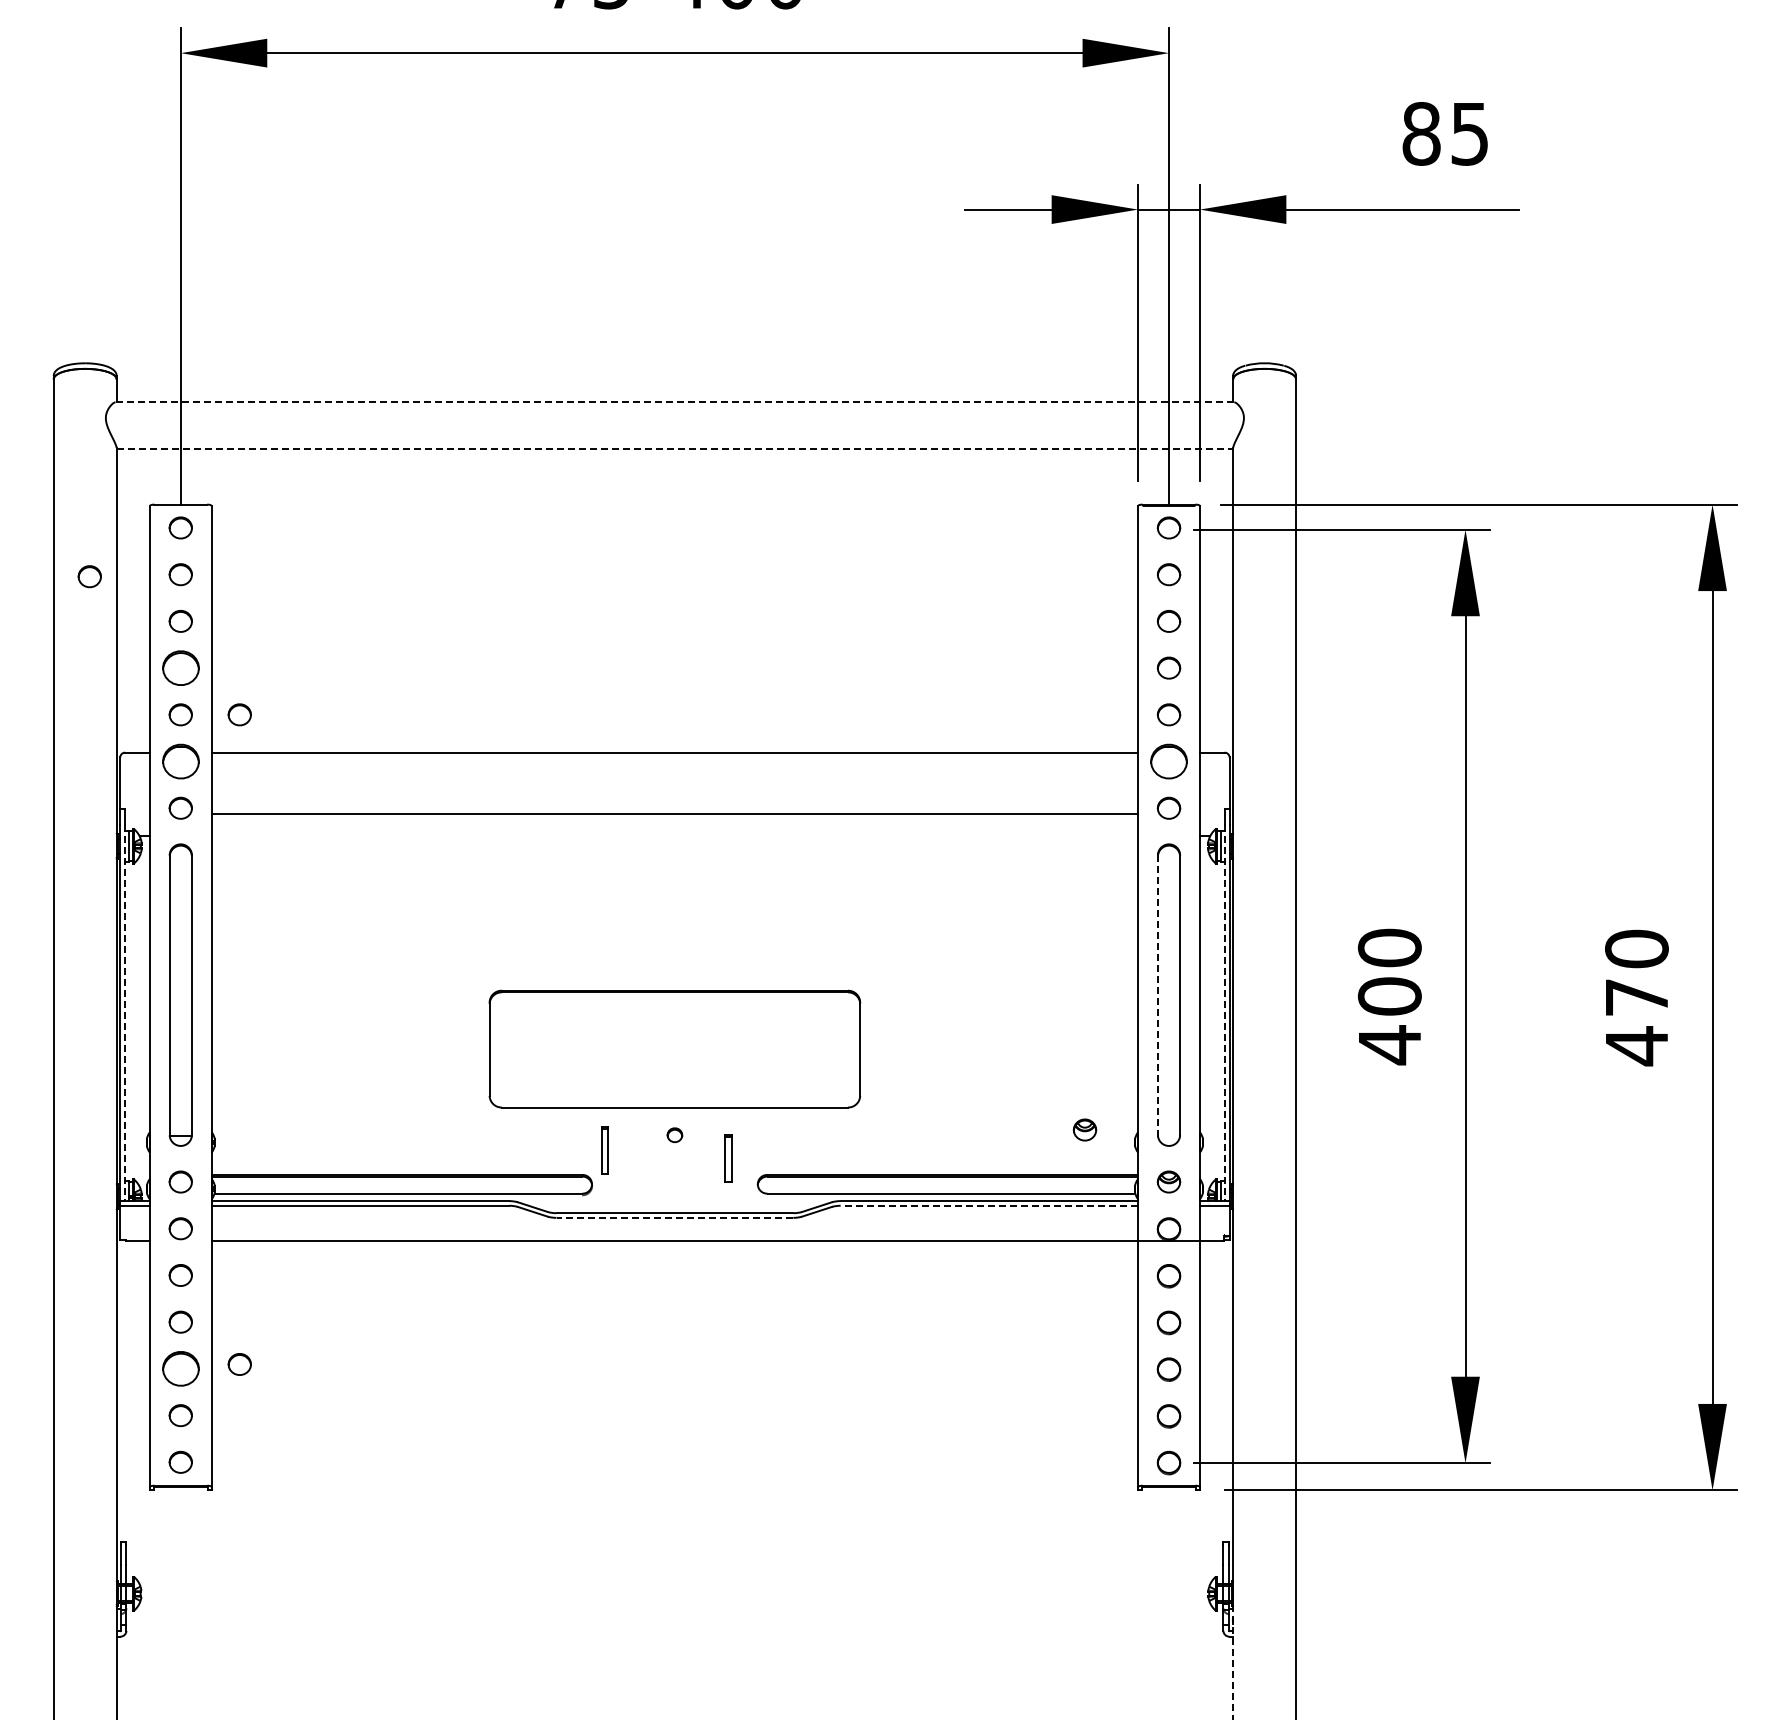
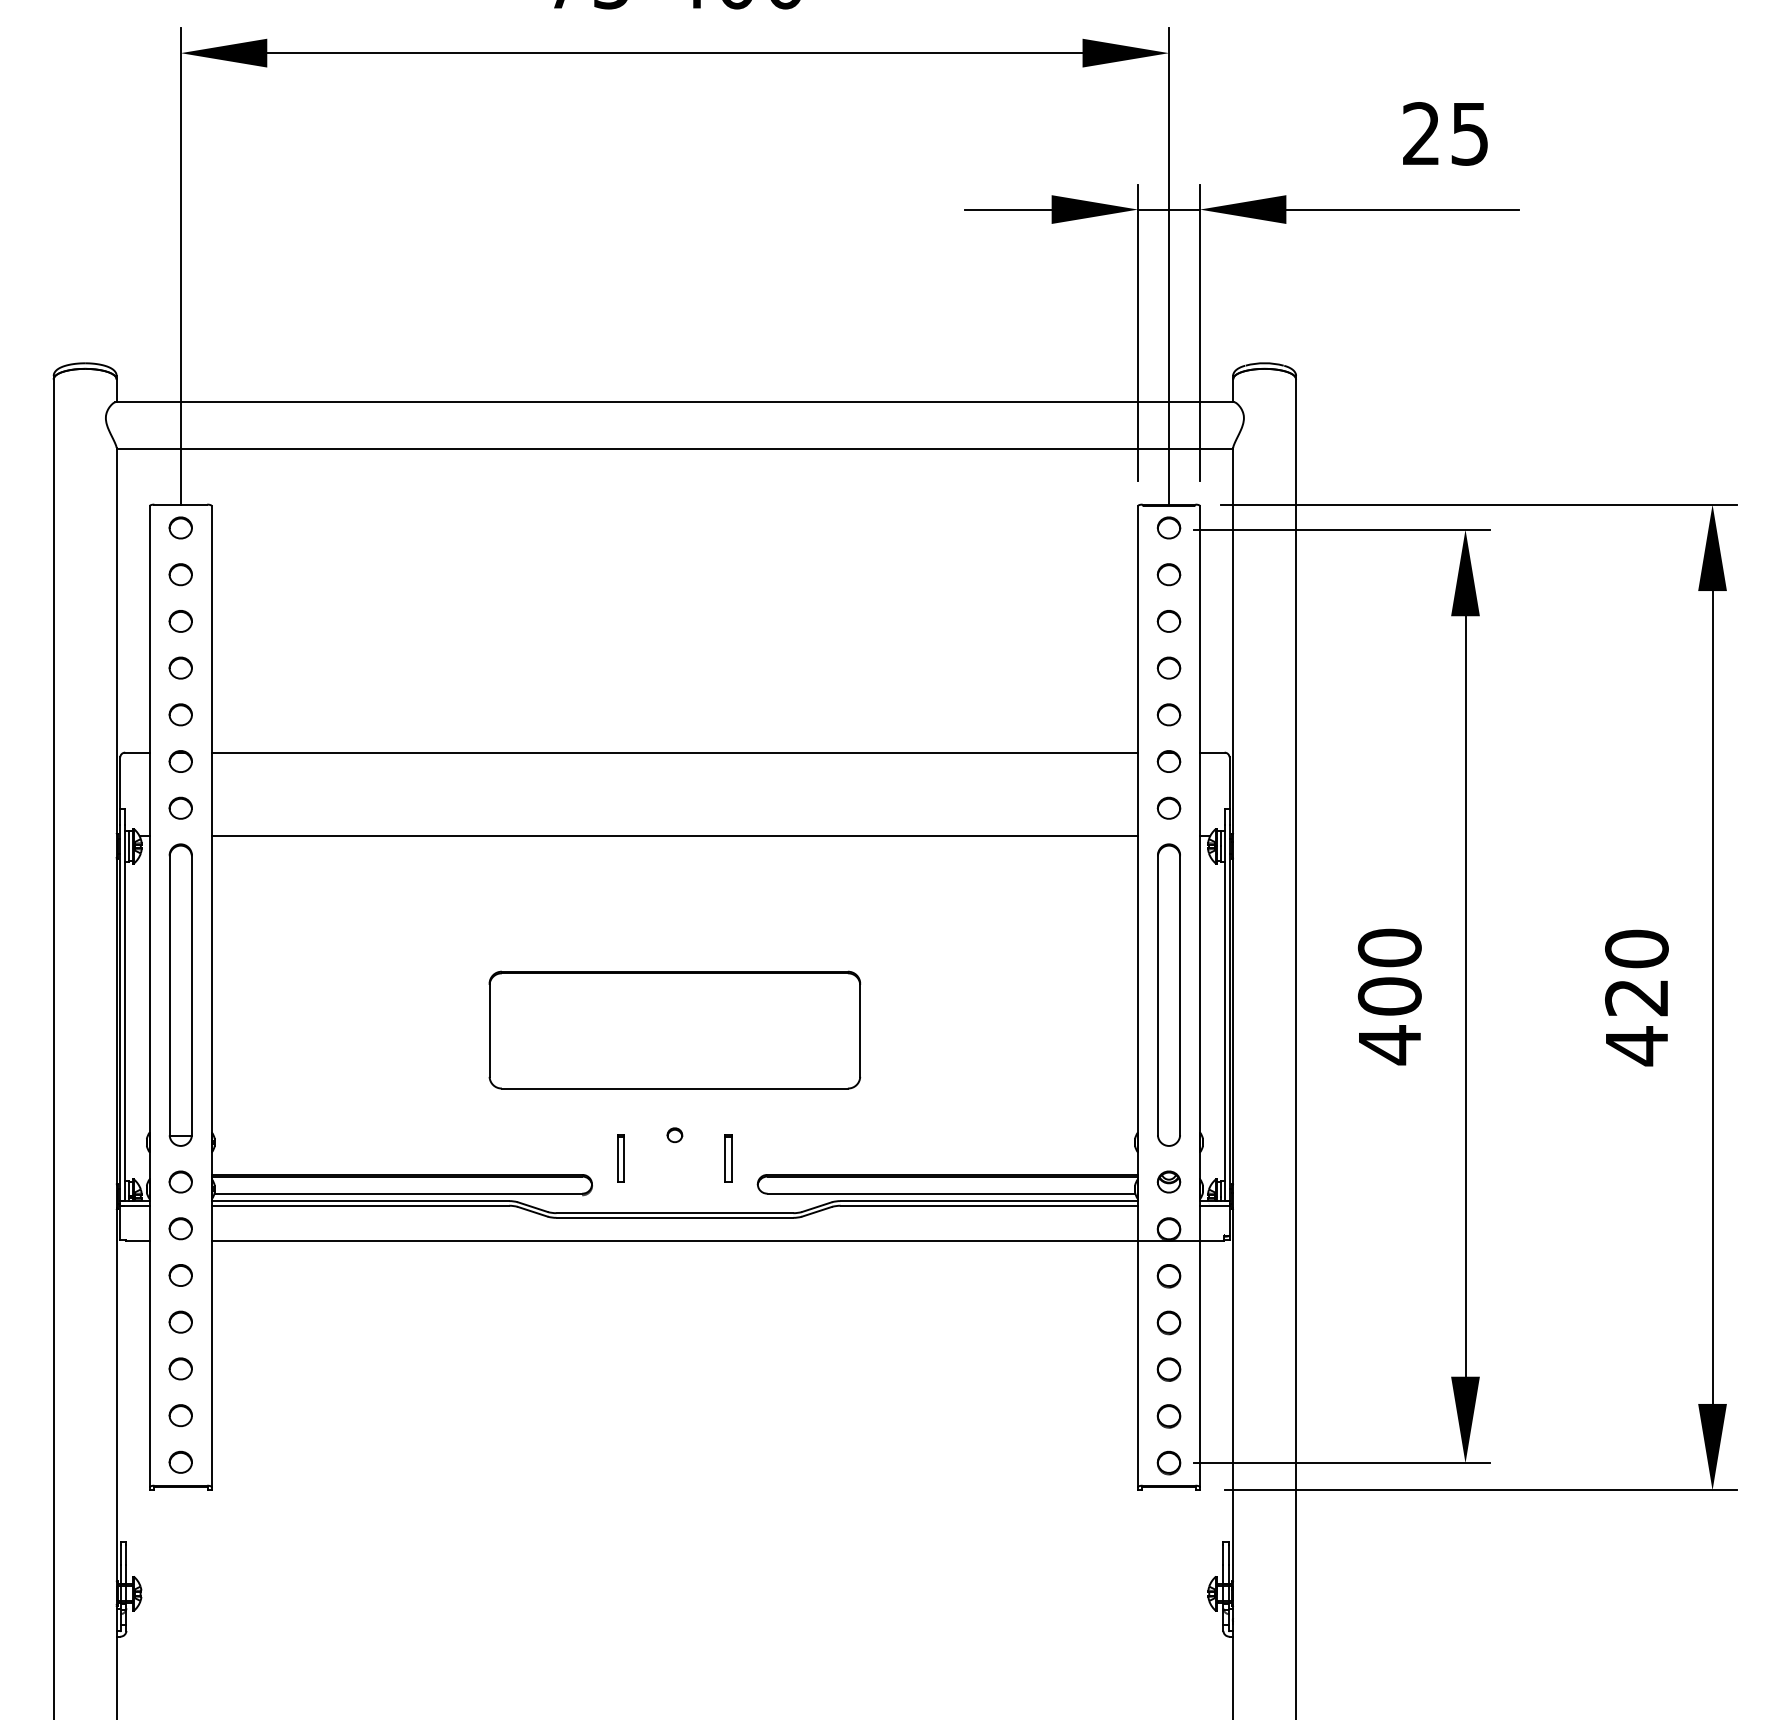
text at (1421, 133): 85 -> 25
line at (674, 402): dashed -> solid
line at (675, 449): dashed -> solid
part at (89, 576): present -> none
part at (180, 667) size: 38x36 px -> 25x24 px
part at (239, 714): present -> none
part at (180, 761) size: 38x37 px -> 25x23 px
part at (1168, 761) size: 38x37 px -> 26x23 px
line at (674, 814) position: (674, 814) -> (674, 836)
line at (1157, 995): dashed -> solid
text at (1636, 997): 470 -> 420
line at (125, 1013): dashed -> solid
line at (1224, 1013): dashed -> solid
part at (674, 1048) position: (674, 1048) -> (674, 1029)
part at (1084, 1129): present -> none
part at (604, 1150) position: (604, 1150) -> (620, 1158)
line at (989, 1205): dashed -> solid
line at (674, 1217): dashed -> solid
part at (239, 1364): present -> none
part at (180, 1368) size: 38x36 px -> 25x24 px
line at (1233, 1662): dashed -> solid
